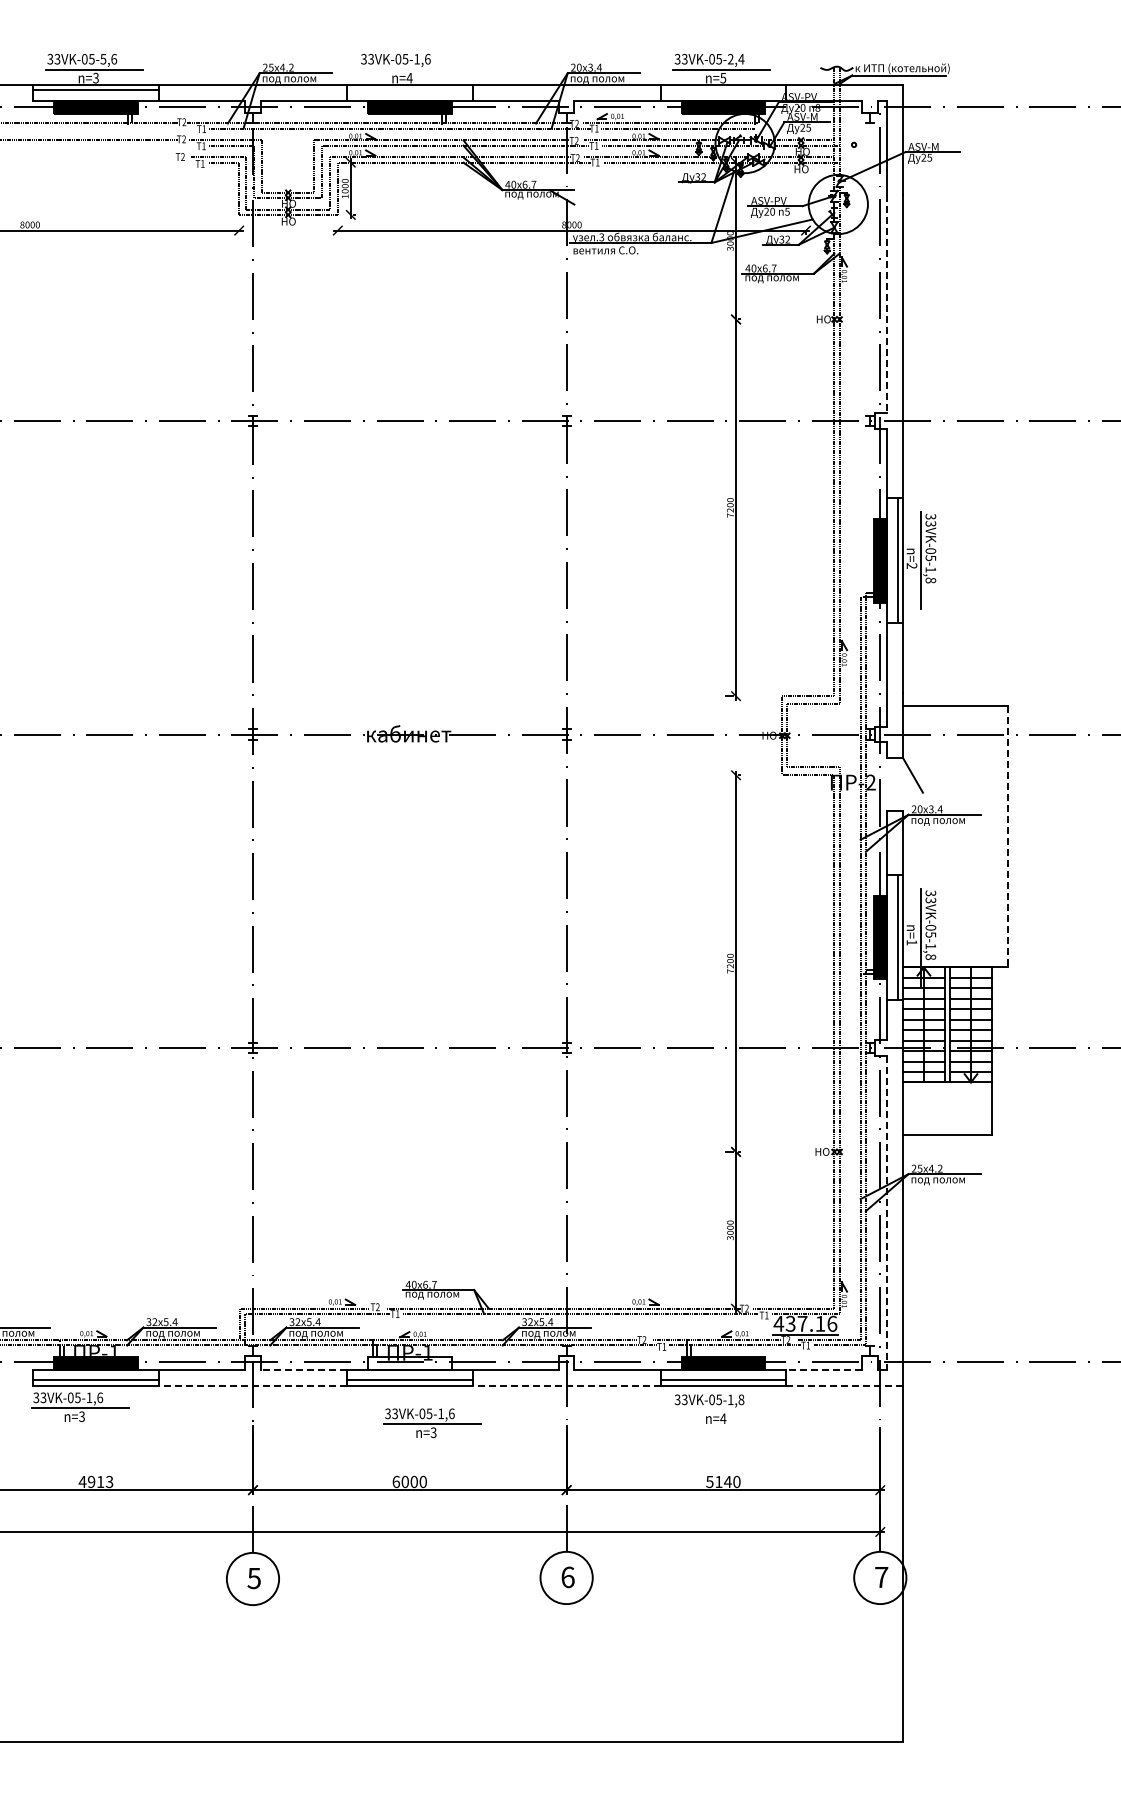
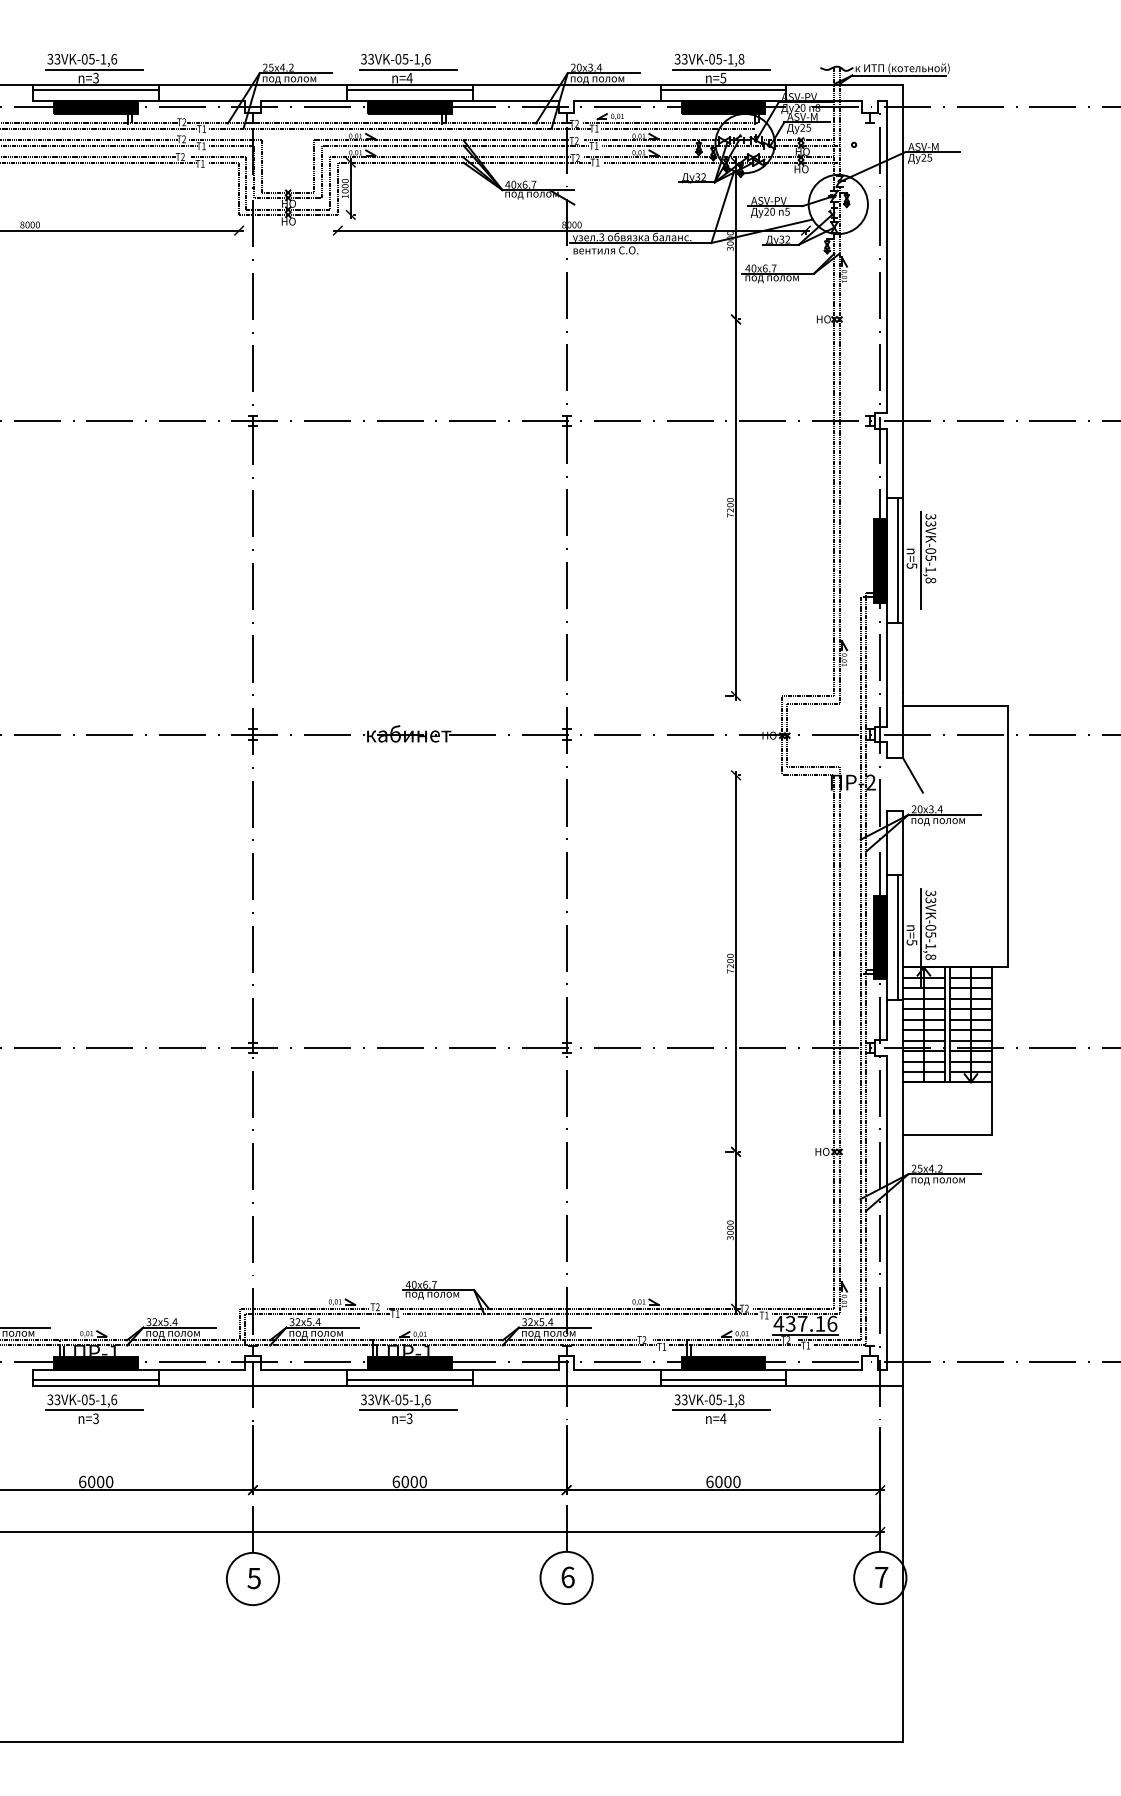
text at (736, 58): 33VK-05-2,4 -> 33VK-05-1,8
text at (103, 59): 33VK-05-5,6 -> 33VK-05-1,6
line at (407, 69): none -> present
line at (409, 90): none -> present
line at (723, 90): none -> present
line at (99, 128): none -> present
line at (100, 145): none -> present
line at (89, 157): none -> present
line at (99, 162): none -> present
line at (887, 304): dashed -> solid
text at (911, 565): n=2 -> n=5
line at (1007, 836): dashed -> solid
text at (911, 942): n=1 -> n=5
line at (887, 1212): dashed -> solid
fill at (409, 1362): none -> present
line at (303, 1369): dashed -> solid
line at (824, 1369): dashed -> solid
line at (252, 1385): dashed -> solid
line at (566, 1385): dashed -> solid
line at (844, 1385): dashed -> solid
part at (80, 1407) position: (80, 1407) -> (94, 1409)
line at (721, 1410): none -> present
part at (432, 1423) position: (432, 1423) -> (408, 1409)
text at (95, 1481): 4913 -> 6000
text at (718, 1481): 5140 -> 6000
